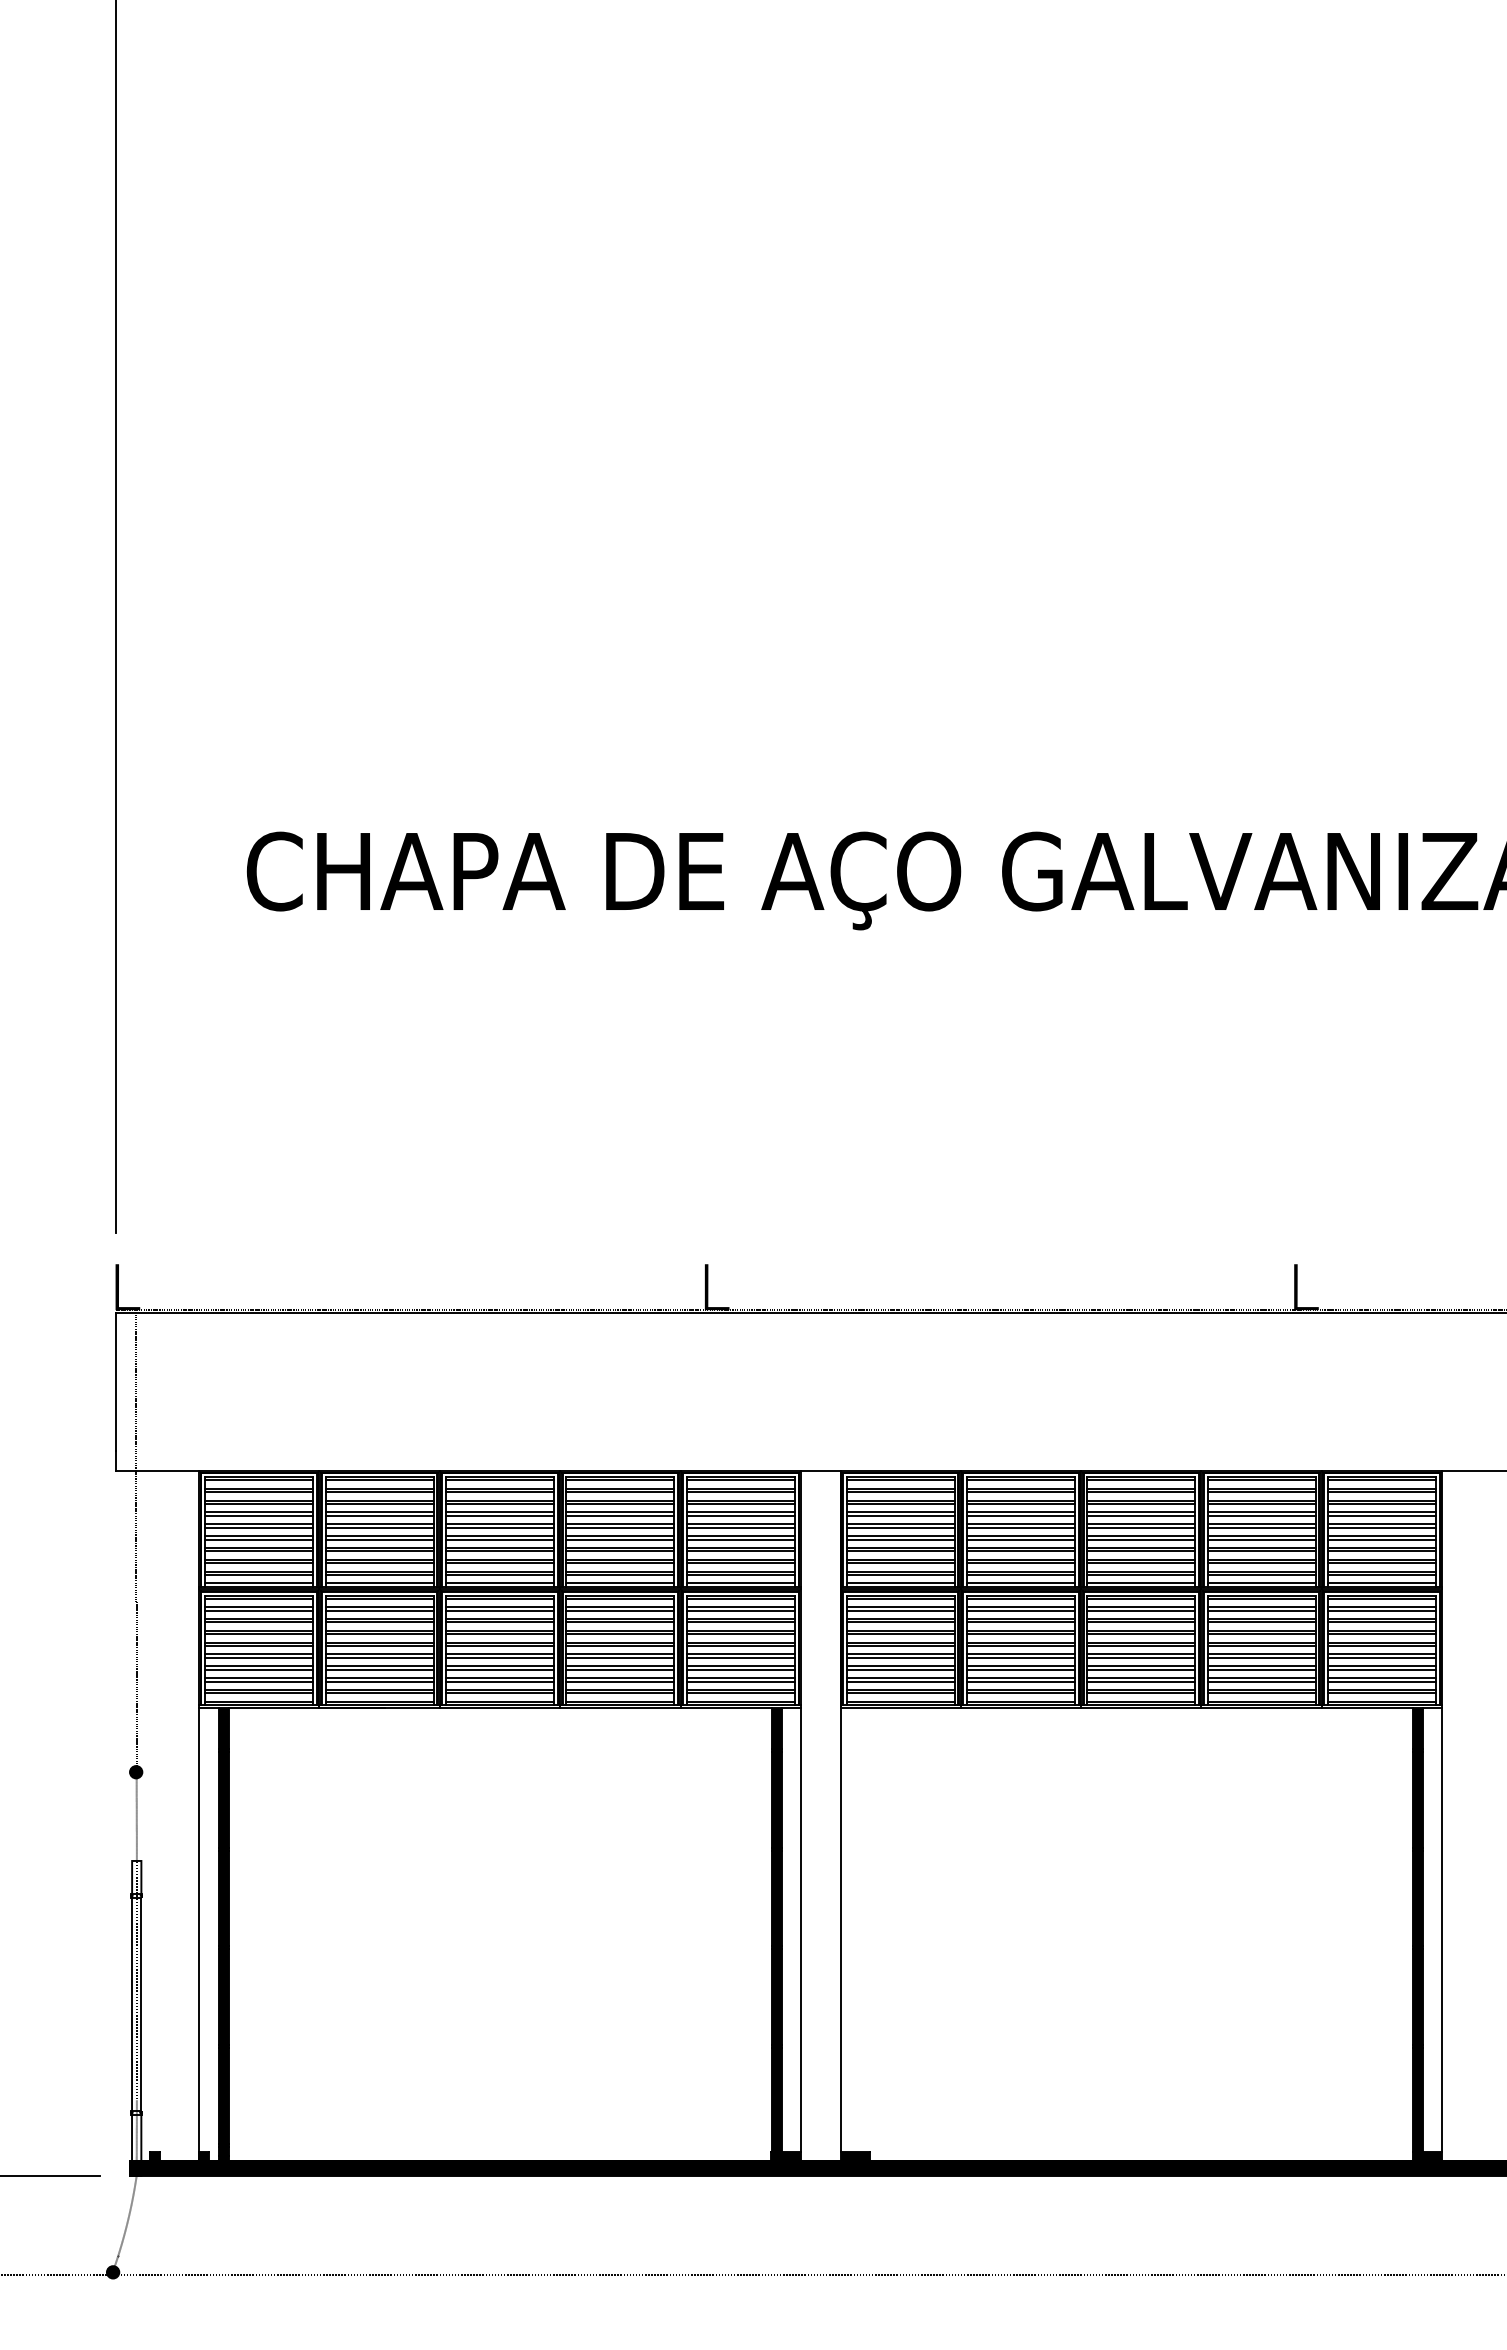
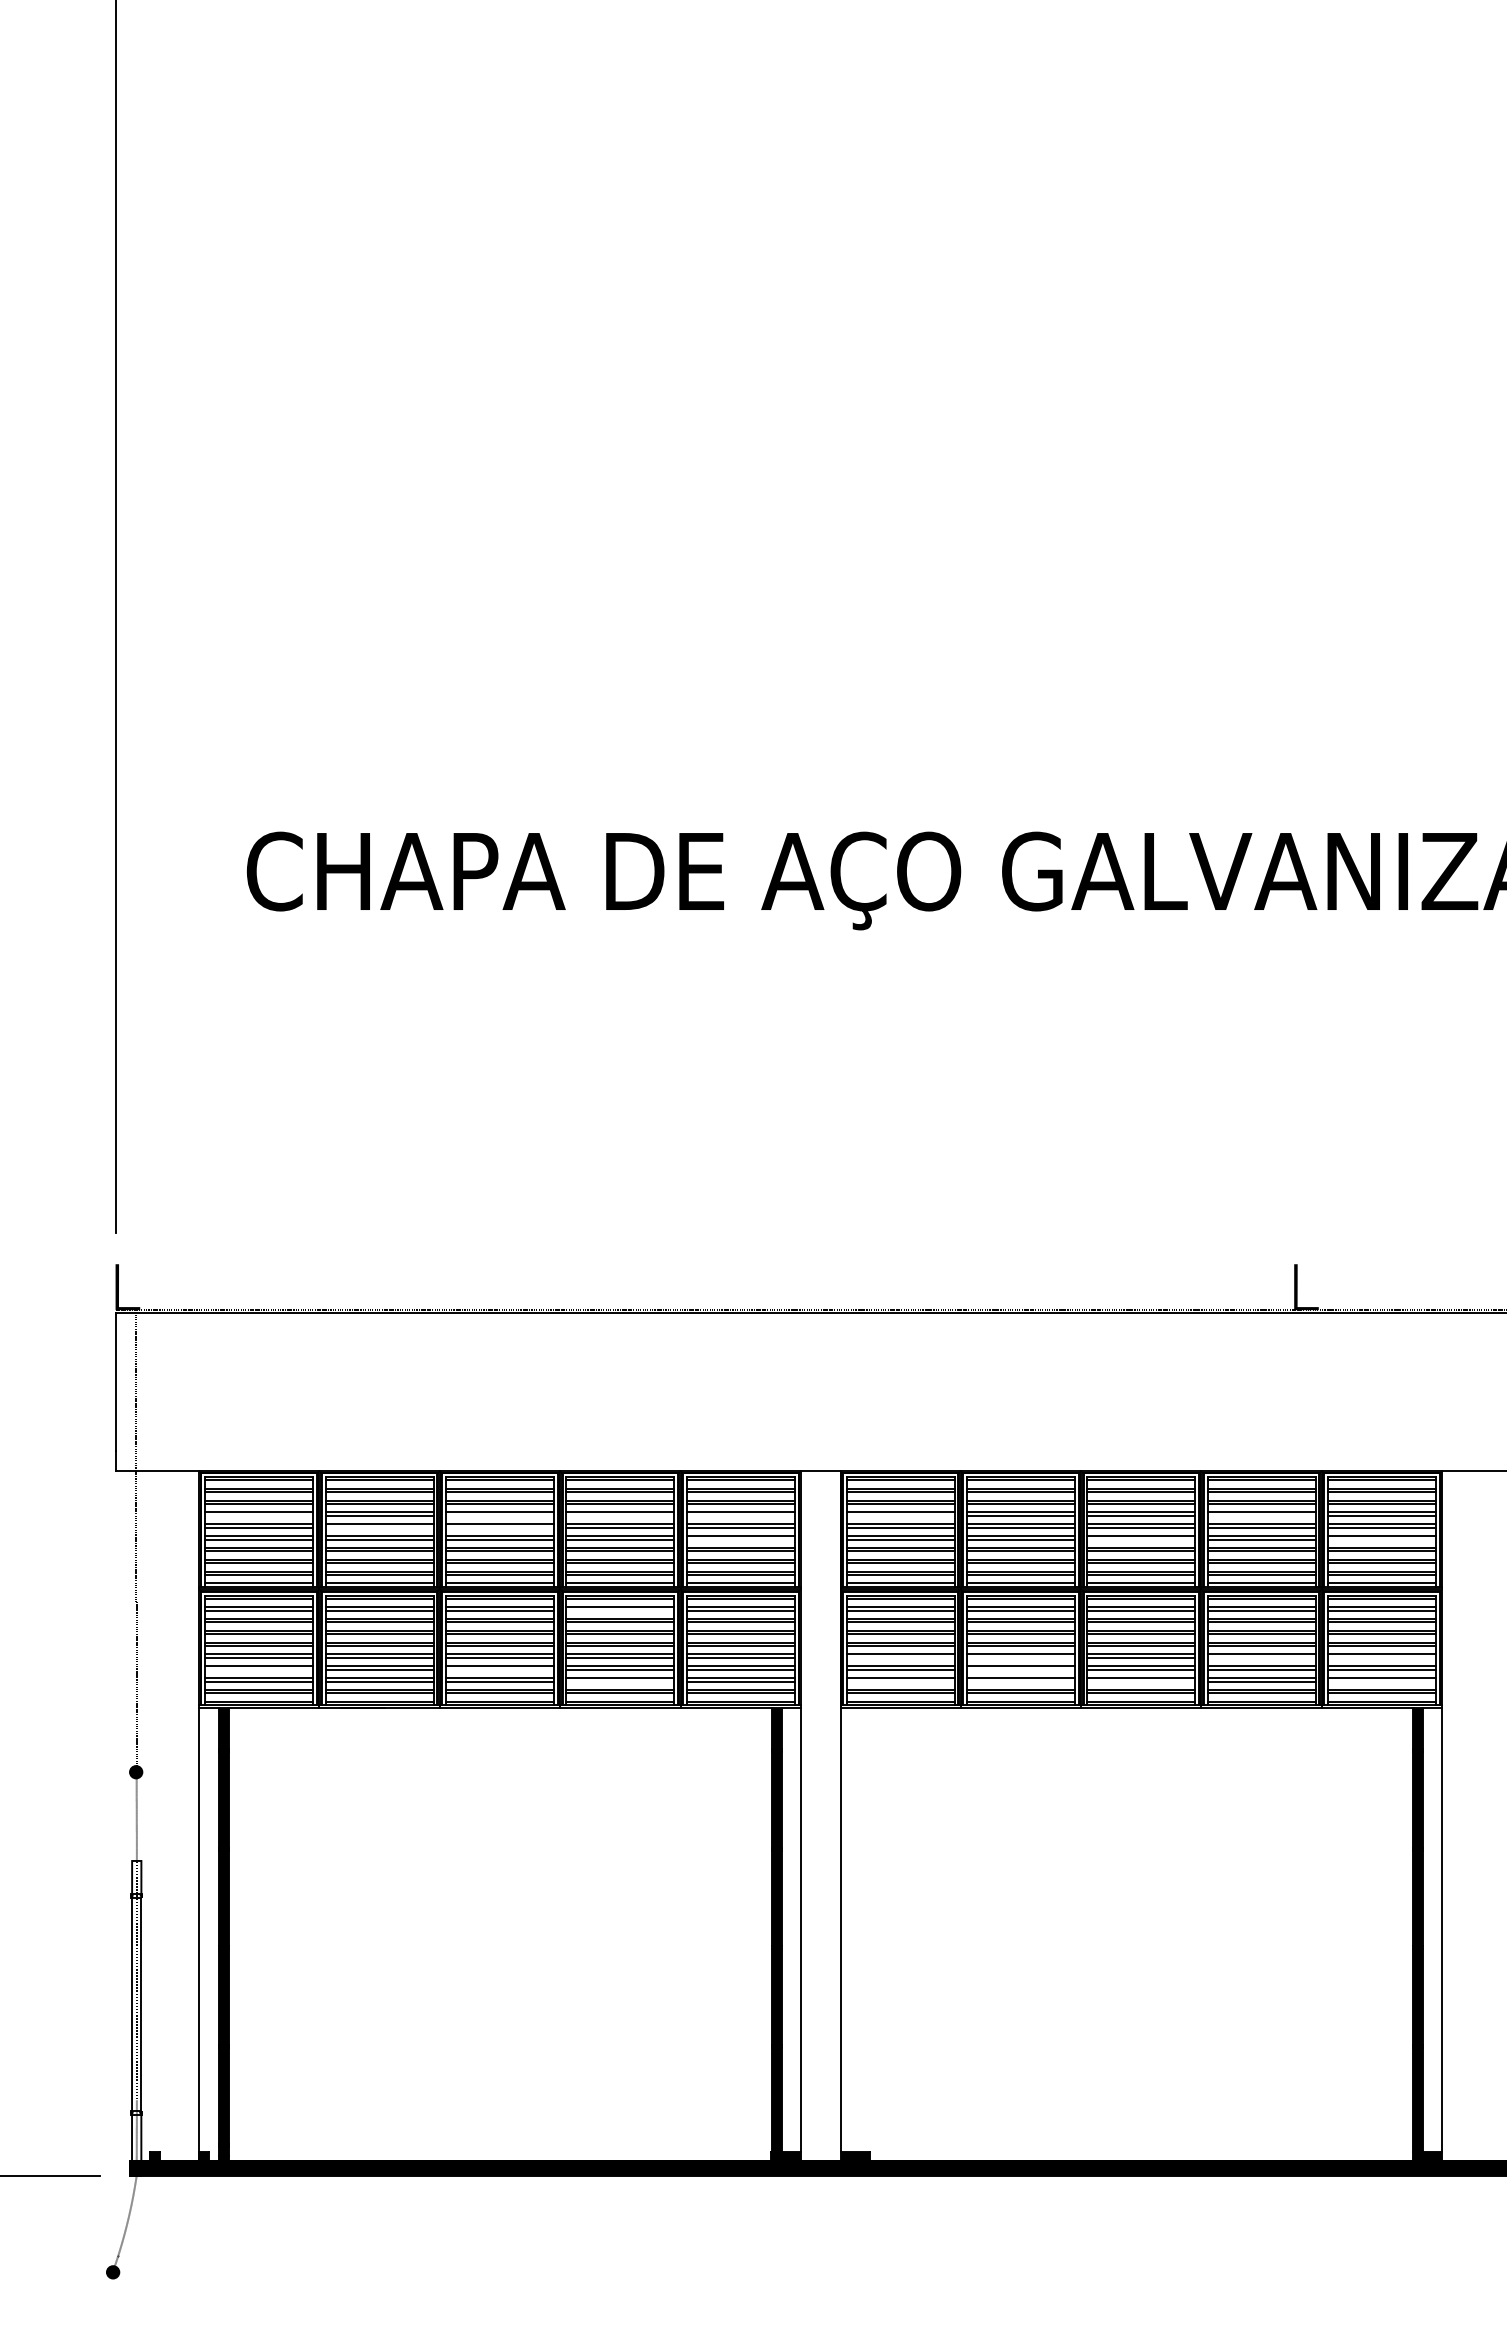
fill at (716, 1287): present -> none
line at (259, 1515): present -> none
line at (499, 1515): present -> none
line at (620, 1515): present -> none
line at (740, 1515): present -> none
line at (900, 1515): present -> none
line at (1261, 1515): present -> none
line at (379, 1527): present -> none
line at (499, 1527): present -> none
line at (740, 1539): present -> none
line at (1141, 1539): present -> none
line at (1381, 1539): present -> none
line at (620, 1610): present -> none
line at (900, 1657): present -> none
line at (1020, 1657): present -> none
line at (1261, 1657): present -> none
line at (1381, 1657): present -> none
line at (259, 1669): present -> none
line at (499, 1669): present -> none
line at (1020, 1669): present -> none
line at (620, 1681): present -> none
line at (900, 1681): present -> none
line at (1020, 1681): present -> none
line at (1141, 1681): present -> none
line at (1381, 1681): present -> none
line at (752, 2274): present -> none
